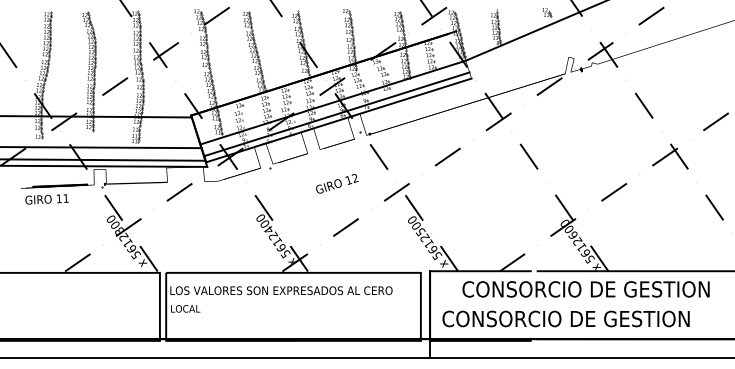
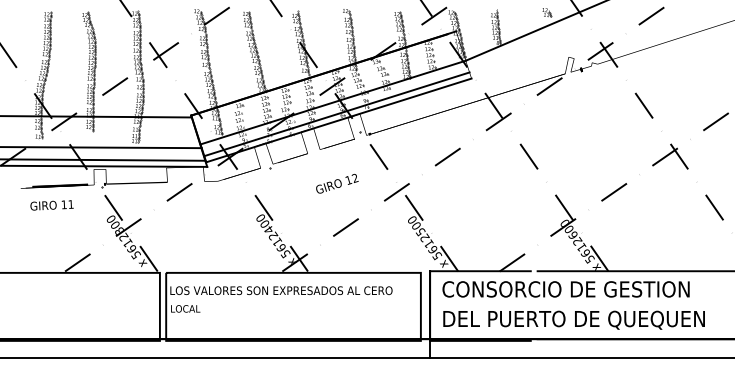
text at (46, 199) position: (46, 199) -> (51, 205)
text at (585, 289) position: (585, 289) -> (565, 289)
text at (573, 319): CONSORCIO DE GESTION -> DEL PUERTO DE QUEQUEN
